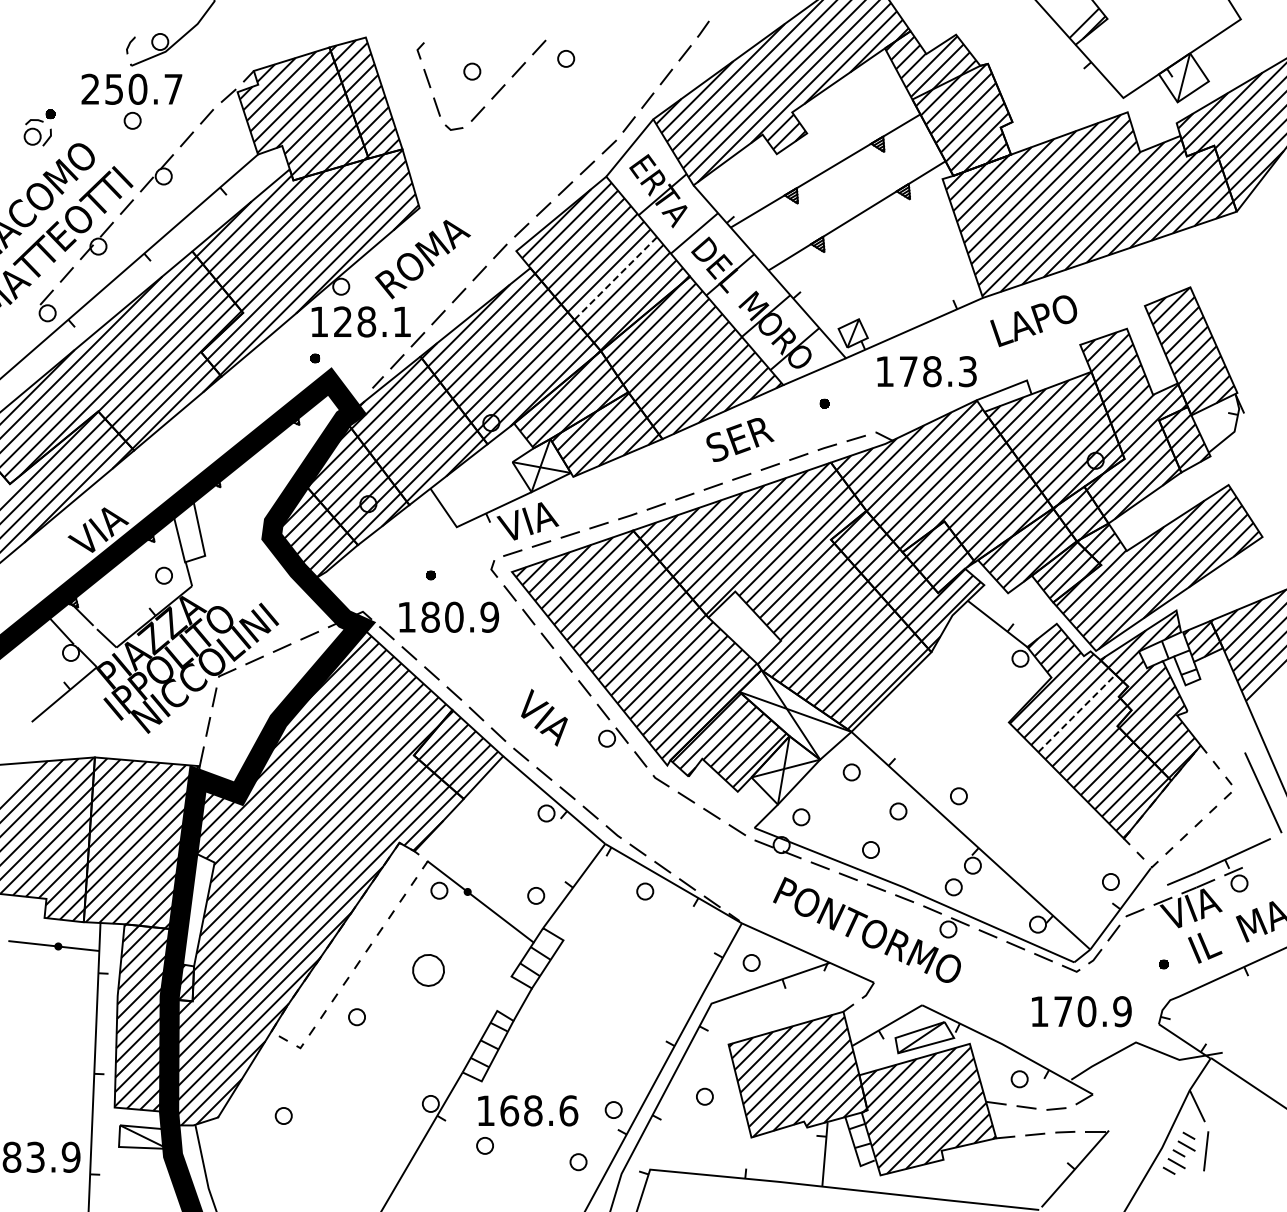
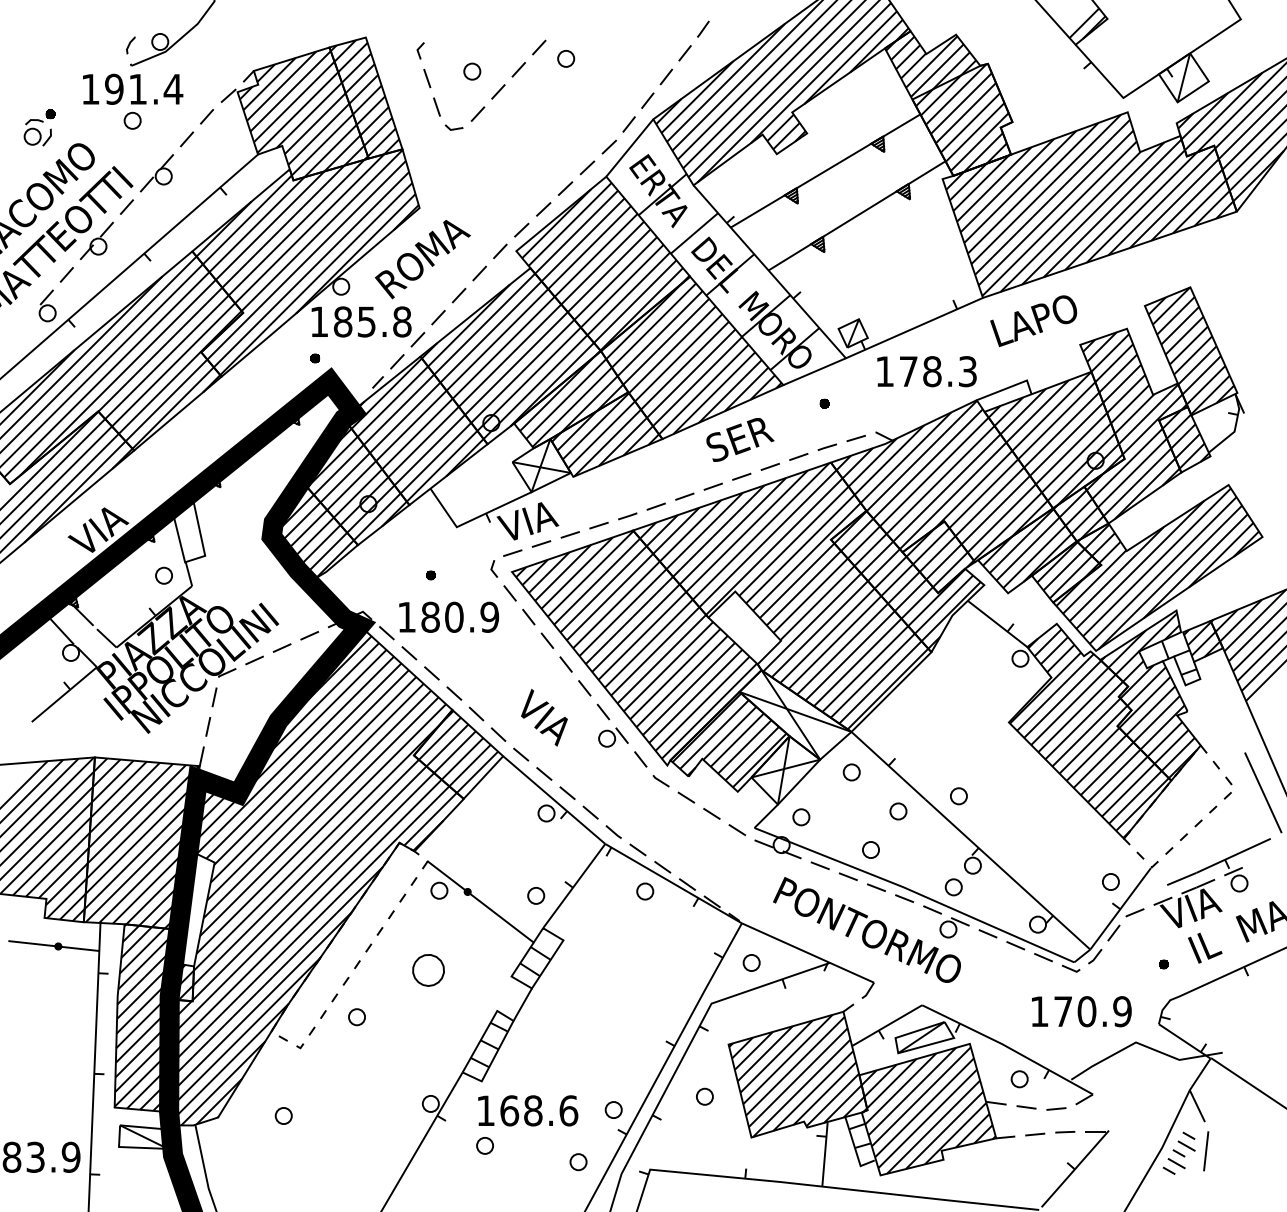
text at (132, 88): 250.7 -> 191.4
line at (615, 278): dashed -> solid
text at (372, 321): 128.1 -> 185.8
line at (1077, 713): dashed -> solid
